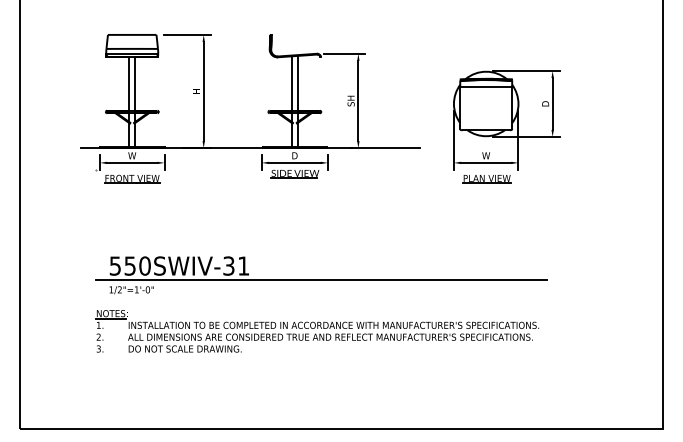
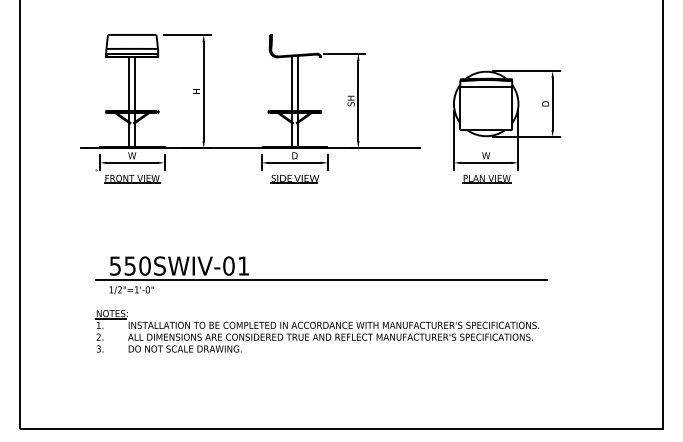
part at (294, 173) position: (294, 173) -> (294, 178)
text at (228, 265): 550SWIV-31 -> 550SWIV-01
